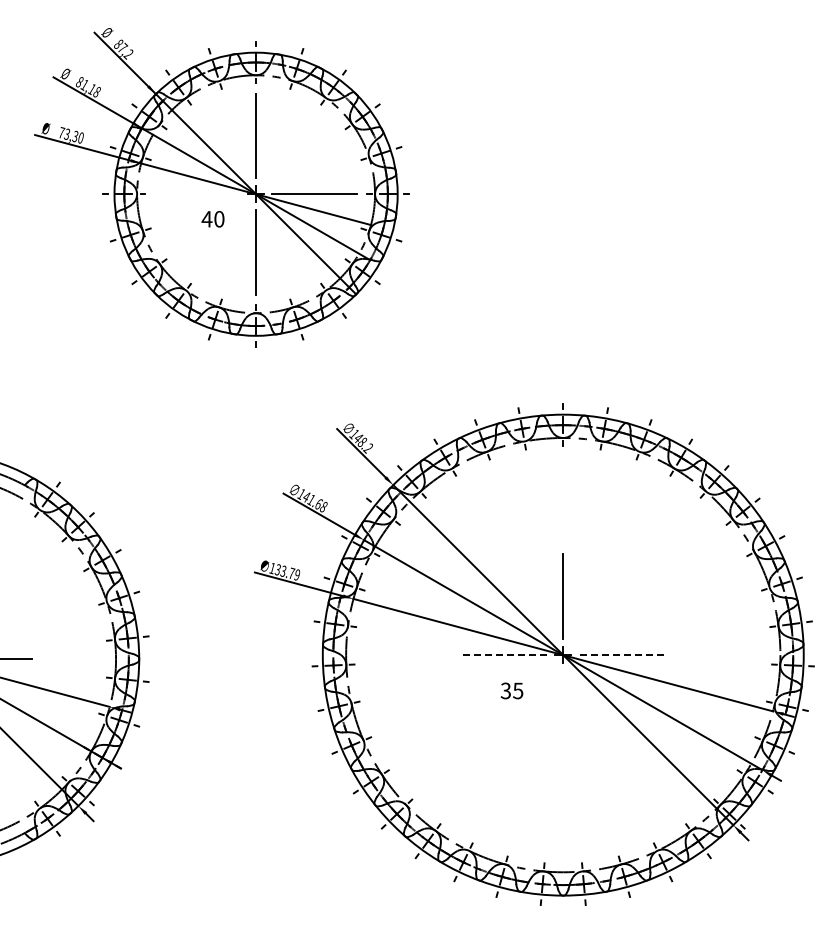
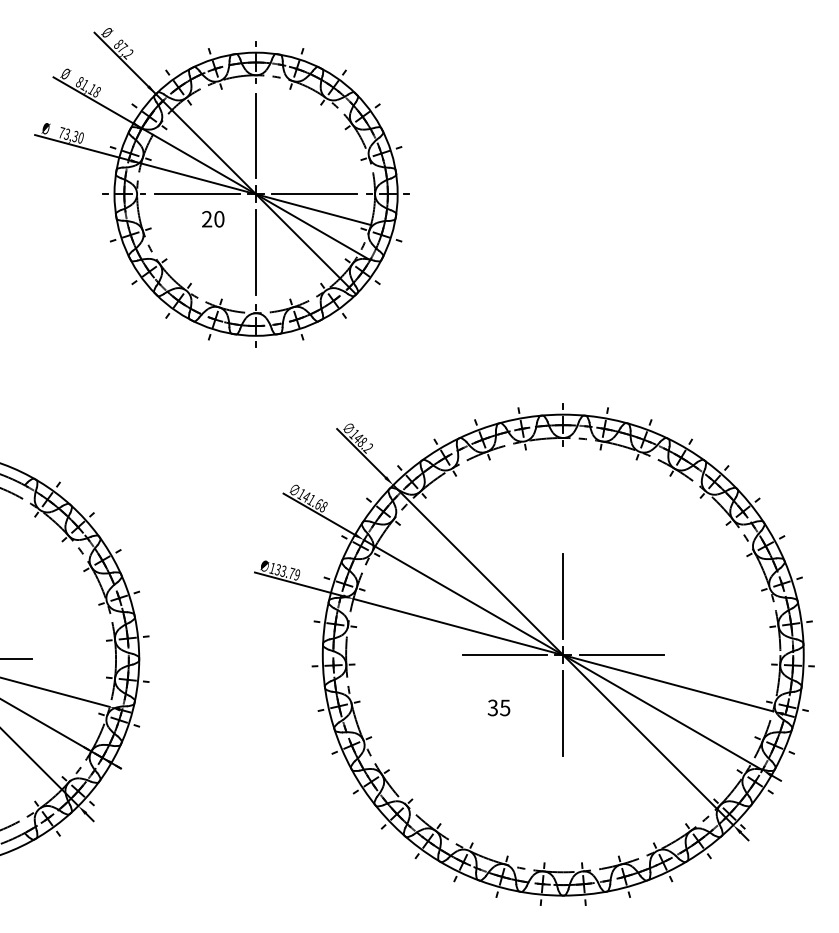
line at (197, 194): none -> present
text at (206, 219): 40 -> 20
line at (504, 655): dashed -> solid
line at (622, 655): dashed -> solid
text at (511, 690) position: (511, 690) -> (498, 707)
line at (563, 713): none -> present
